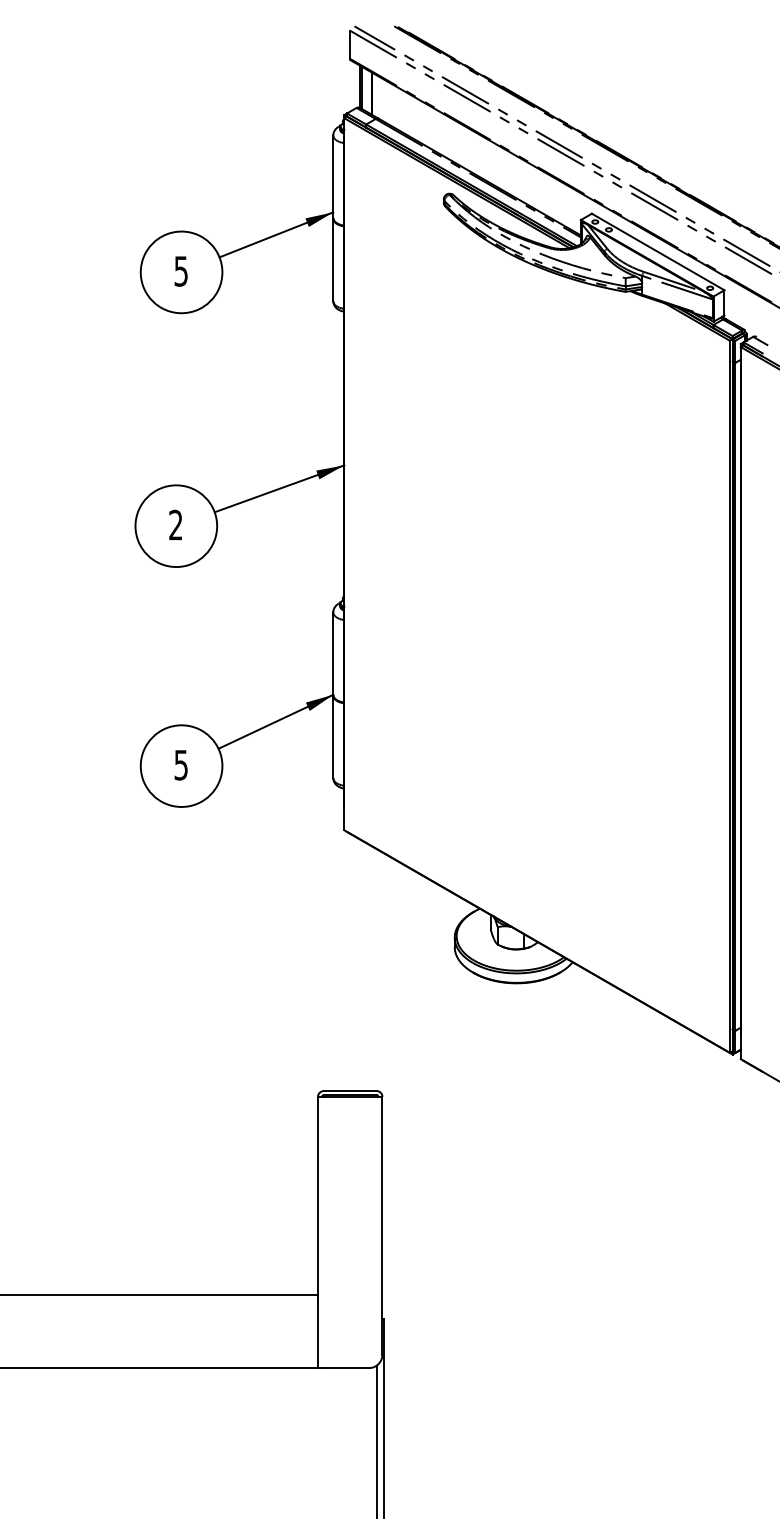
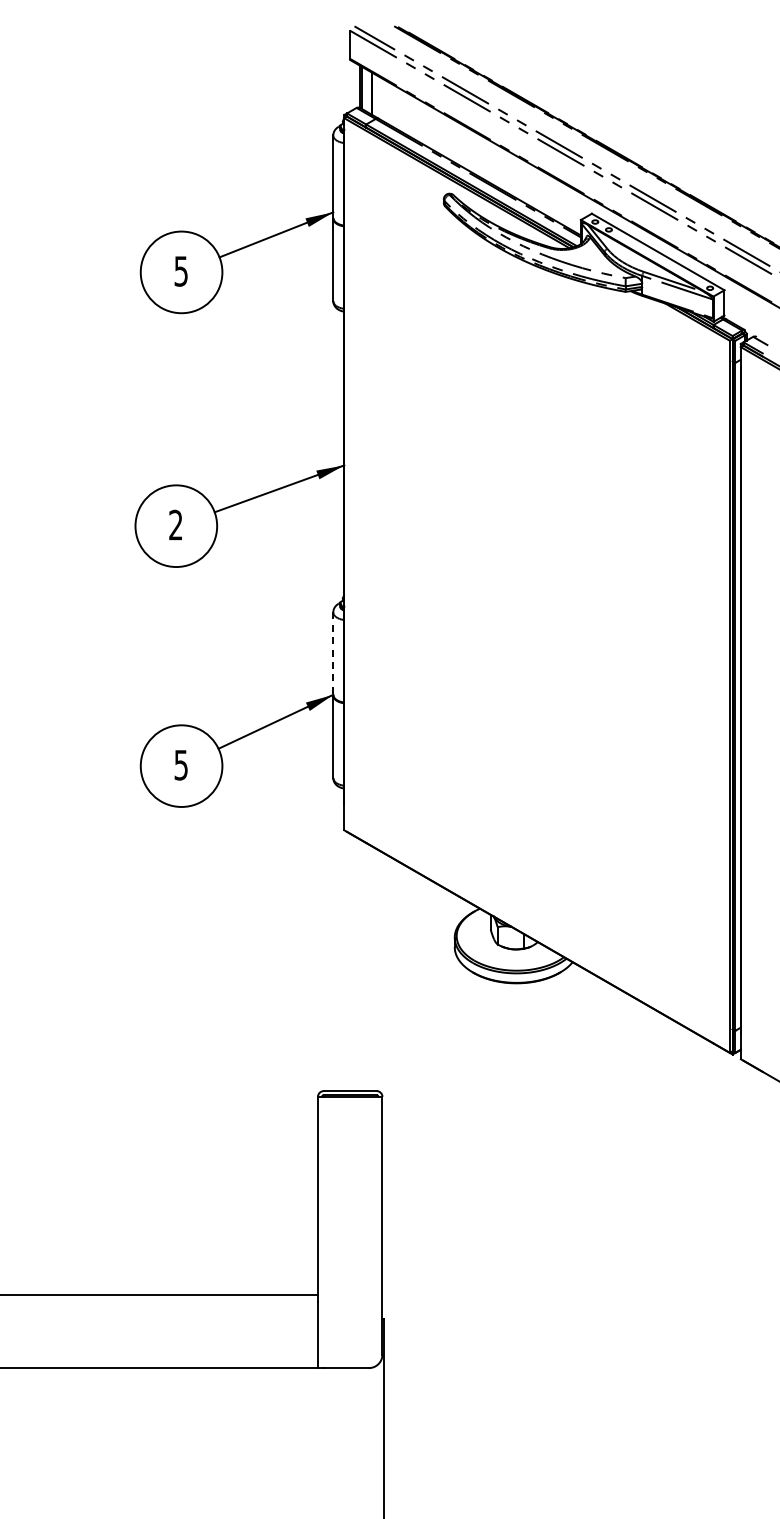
line at (333, 654): solid -> dashed
line at (376, 1440): present -> none
